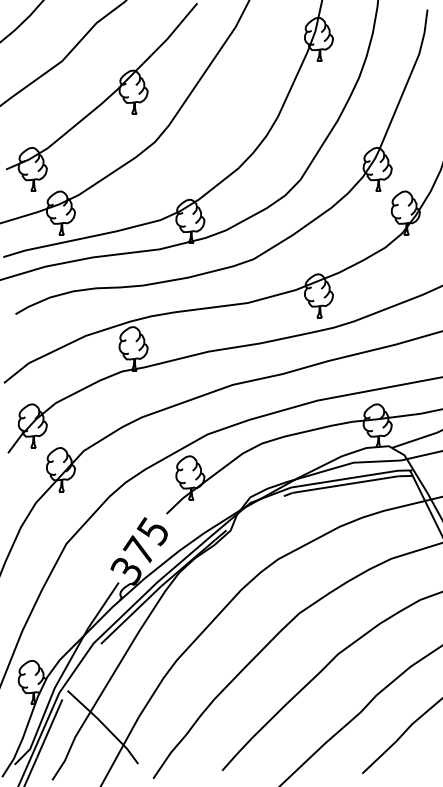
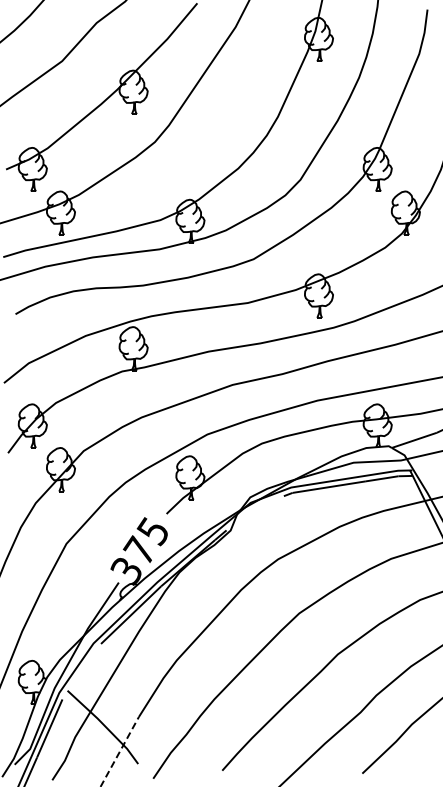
line at (119, 751): solid -> dashed
